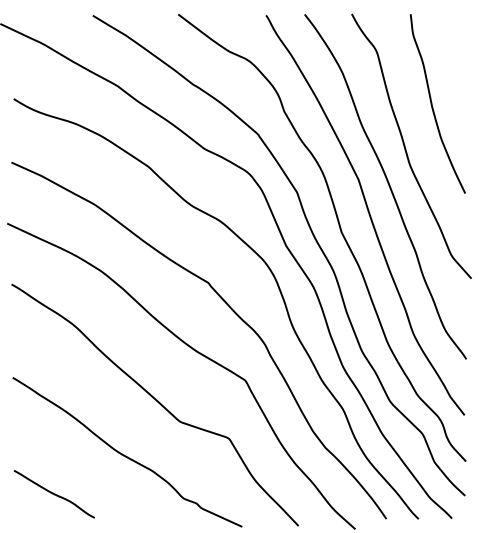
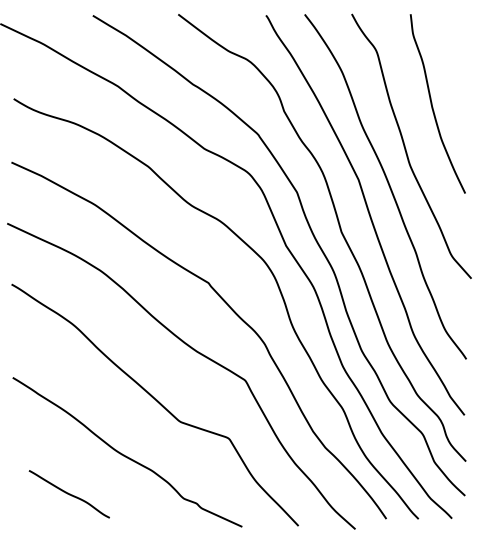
curve at (53, 494) position: (53, 494) -> (68, 494)
